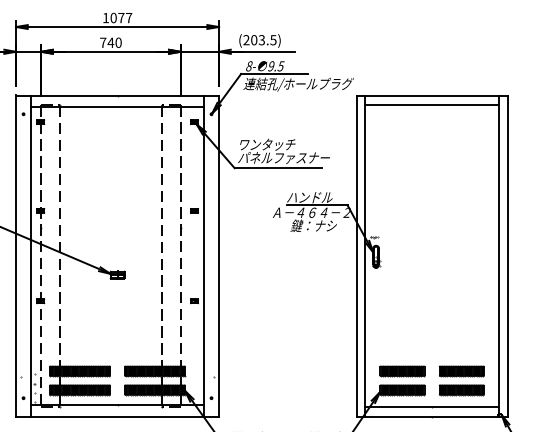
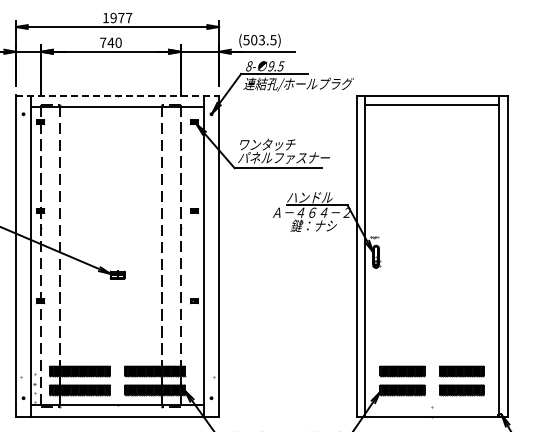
text at (113, 18): 1077 -> 1977
text at (246, 40): (203.5) -> (503.5)
line at (117, 96): solid -> dashed
line at (432, 407): present -> none
